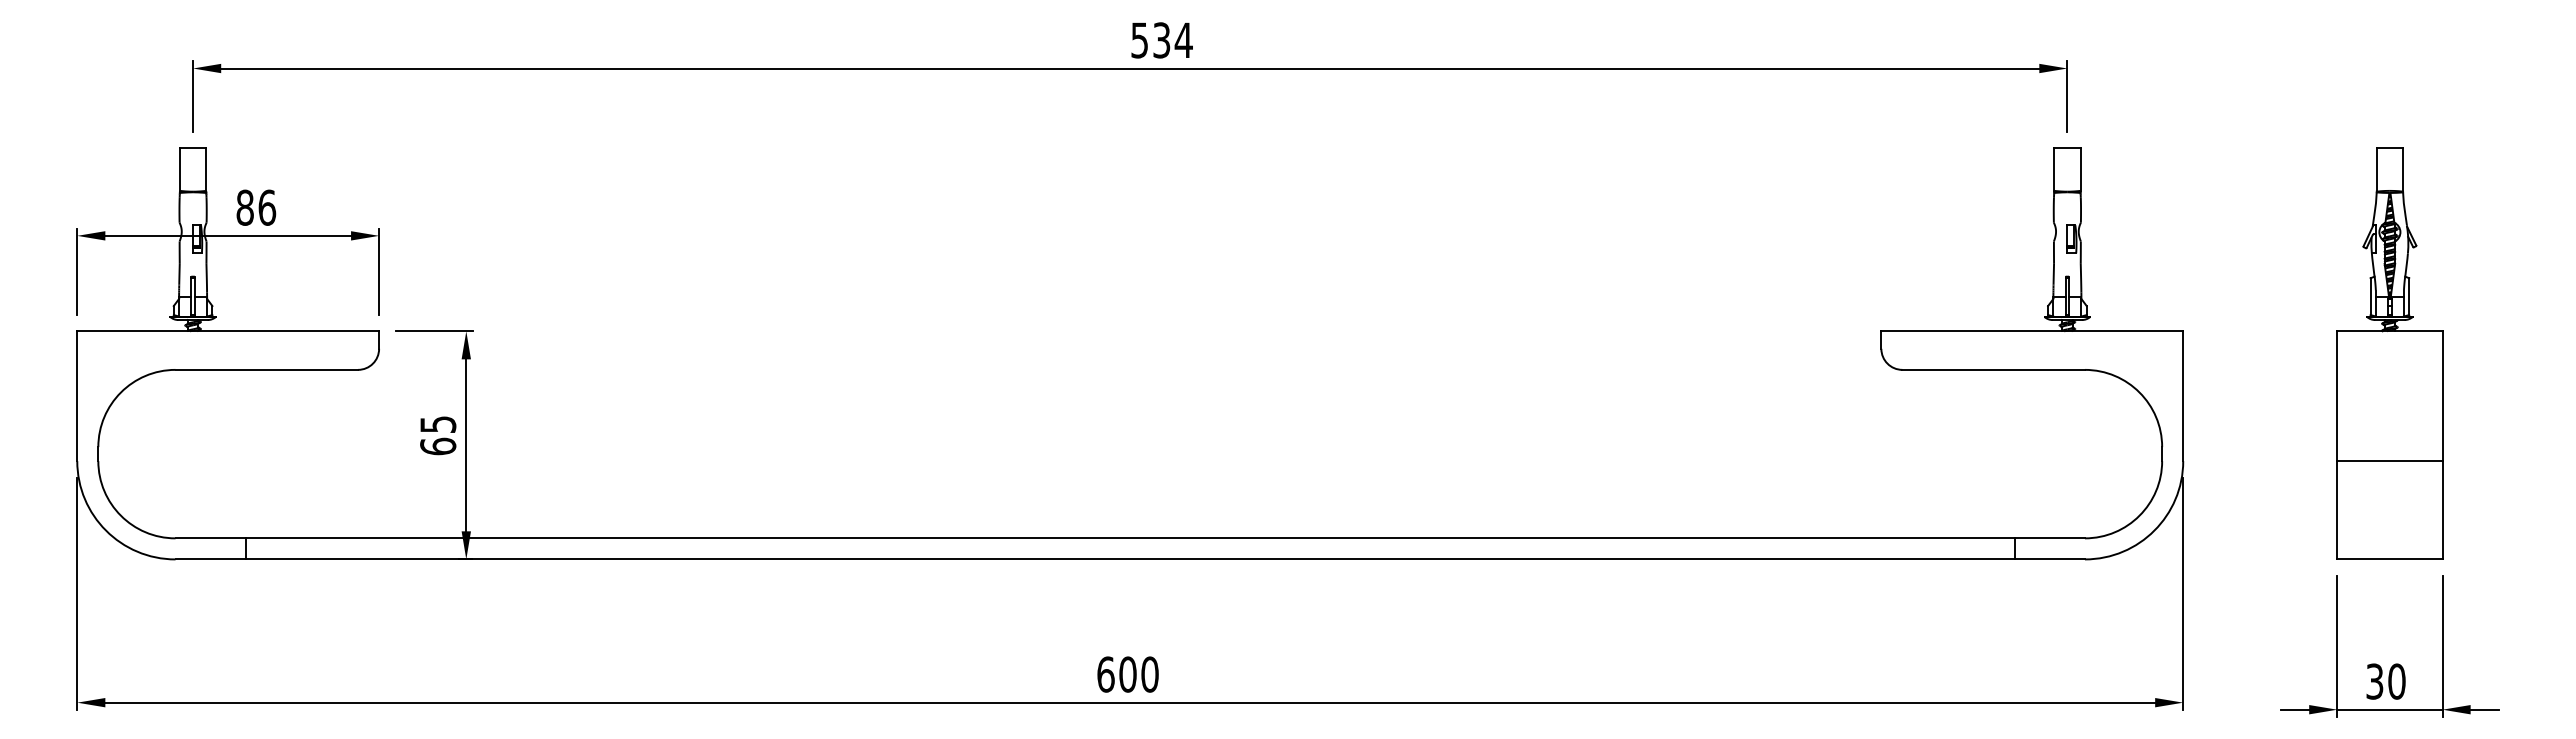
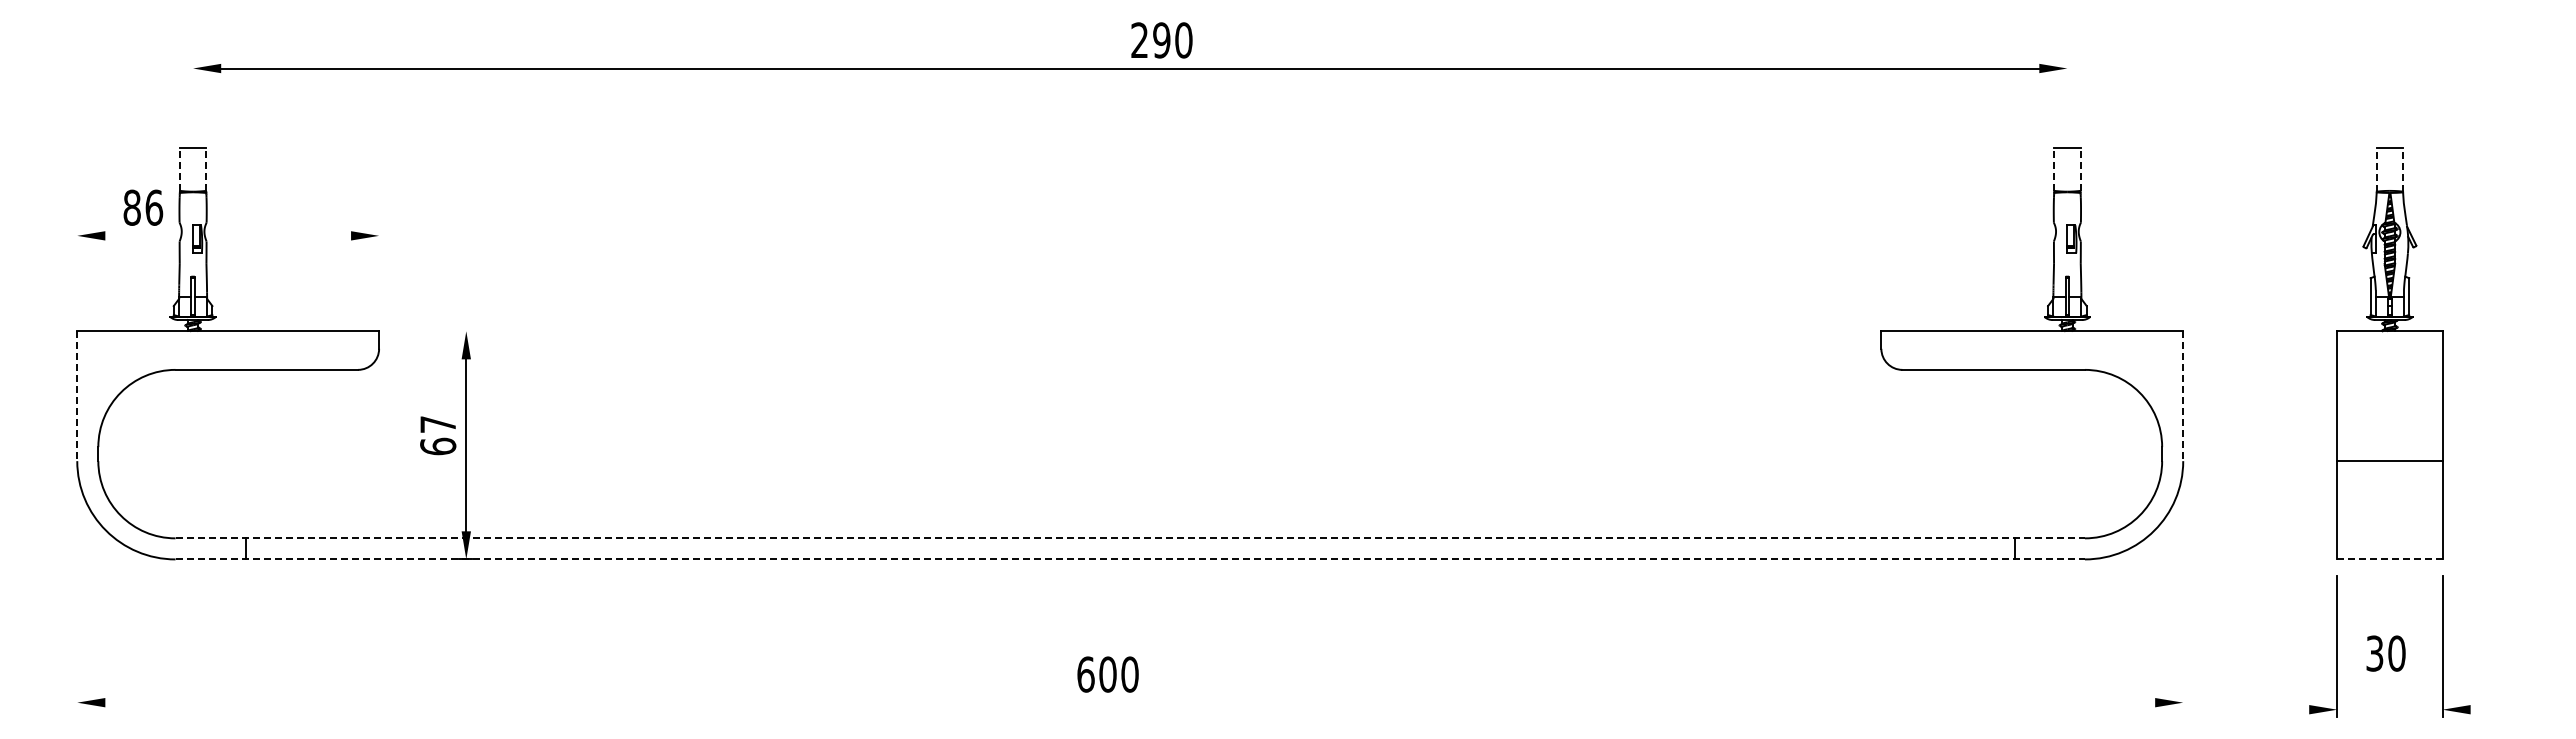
text at (1161, 40): 534 -> 290
line at (193, 96): present -> none
line at (2067, 96): present -> none
line at (179, 168): solid -> dashed
line at (206, 168): solid -> dashed
line at (2054, 168): solid -> dashed
line at (2080, 168): solid -> dashed
line at (2376, 169): solid -> dashed
line at (2403, 169): solid -> dashed
text at (256, 207) position: (256, 207) -> (143, 207)
line at (228, 235): present -> none
line at (77, 271): present -> none
line at (379, 271): present -> none
line at (434, 331): present -> none
line at (77, 396): solid -> dashed
line at (2183, 396): solid -> dashed
text at (438, 424): 65 -> 67
line at (1130, 538): solid -> dashed
line at (1130, 559): solid -> dashed
line at (2389, 559): solid -> dashed
line at (77, 593): present -> none
line at (2183, 593): present -> none
text at (1127, 674) position: (1127, 674) -> (1107, 674)
text at (2385, 681) position: (2385, 681) -> (2385, 653)
line at (1130, 702): present -> none
line at (2295, 709): present -> none
line at (2389, 709): present -> none
line at (2484, 709): present -> none
